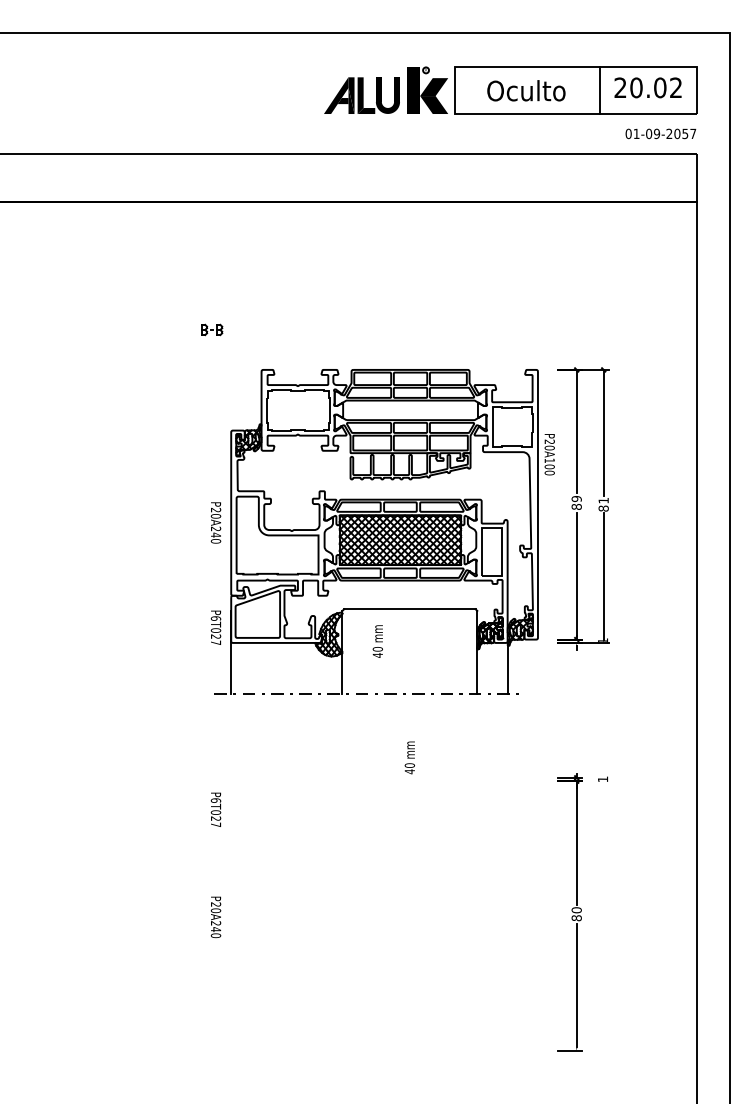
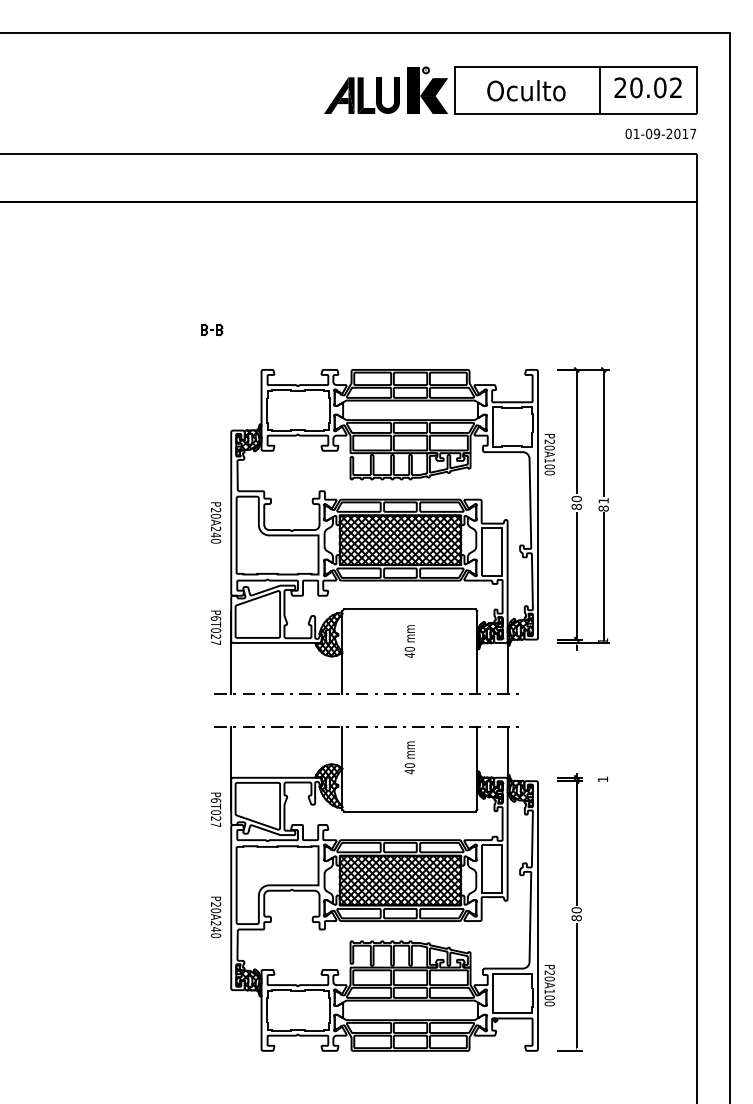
text at (685, 133): 01-09-2057 -> 01-09-2017
text at (576, 499): 89 -> 80
text at (377, 641) position: (377, 641) -> (409, 641)
part at (384, 888): none -> present
